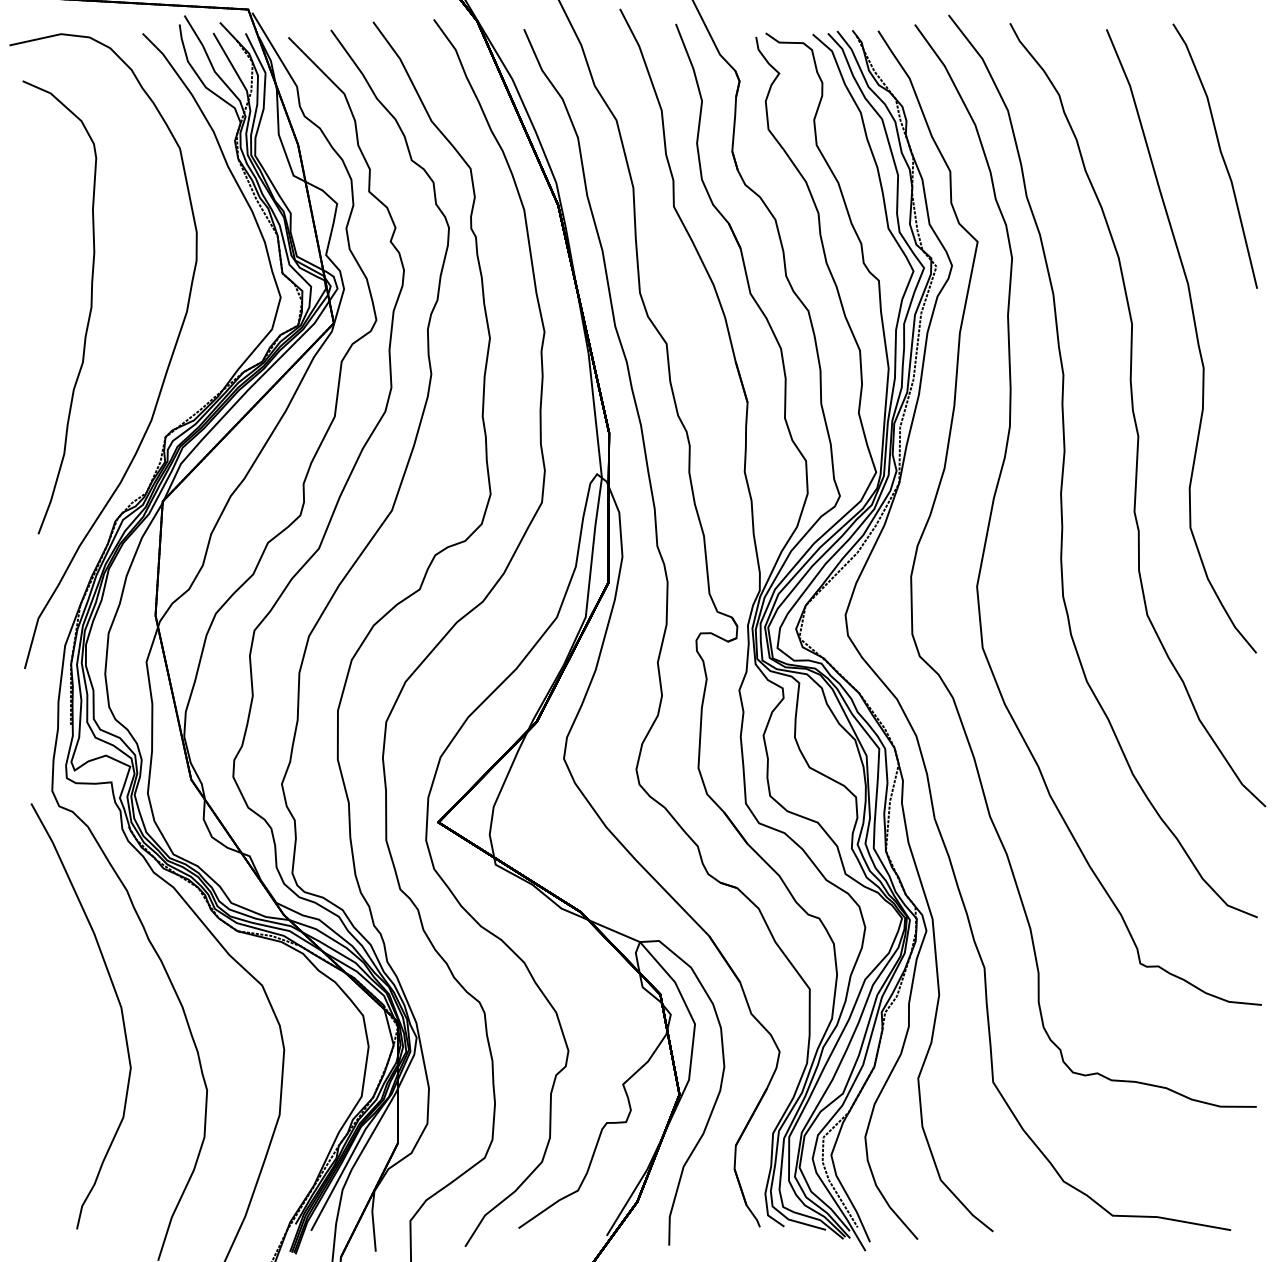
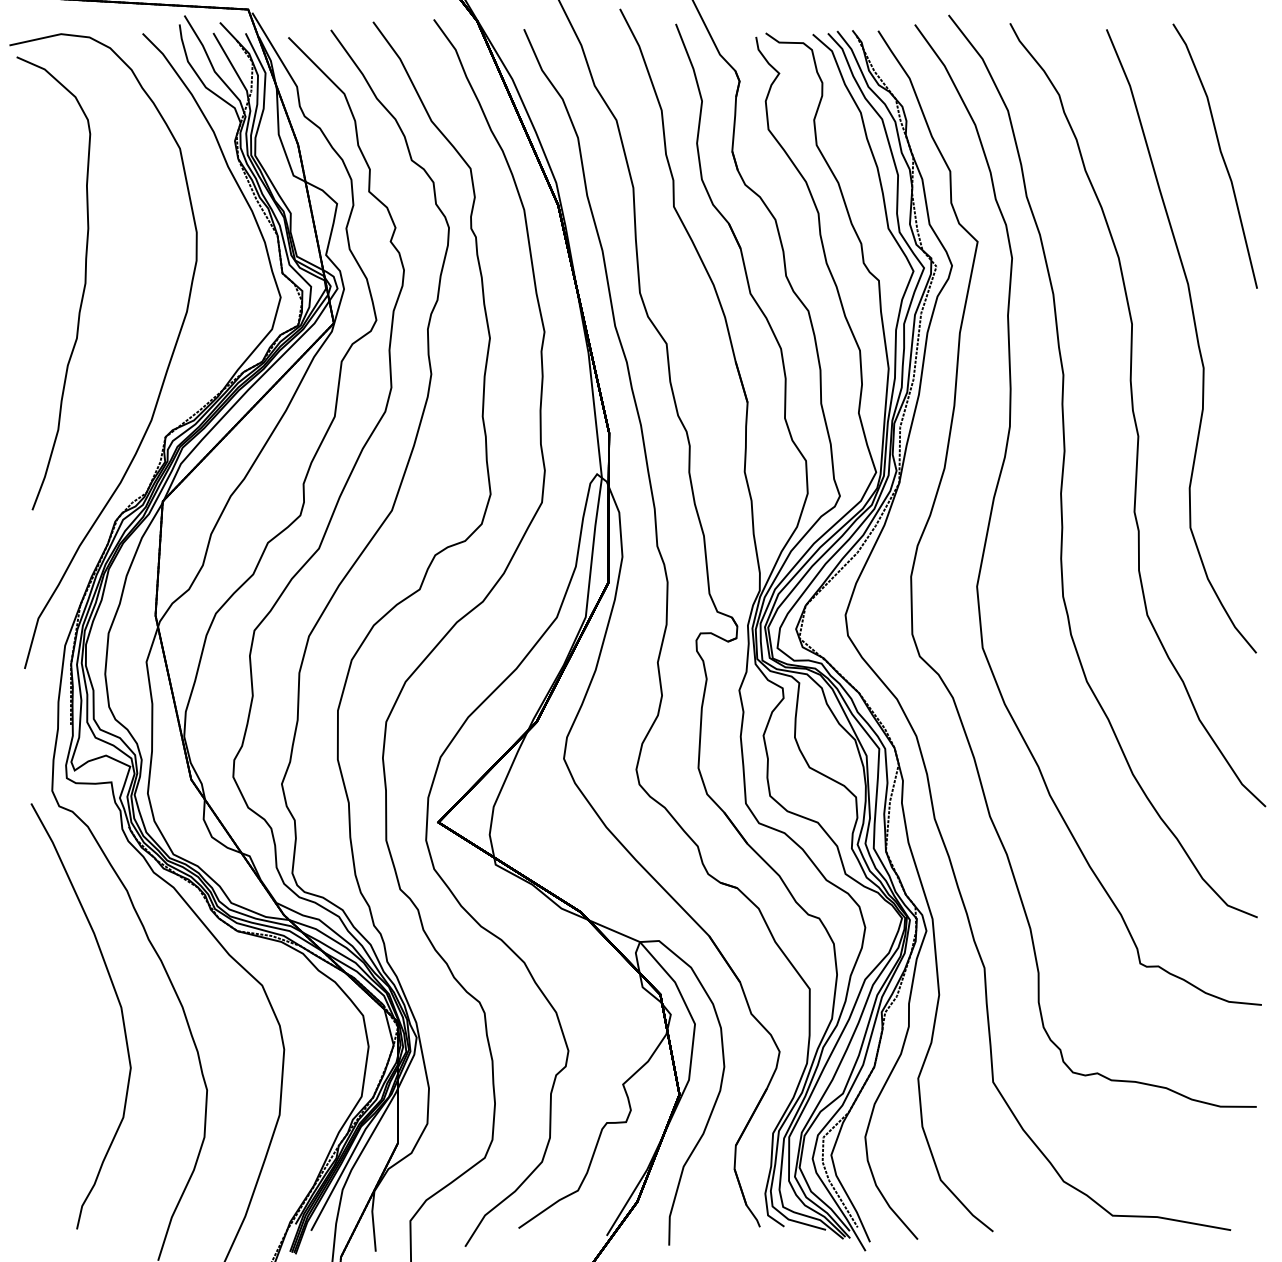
part at (89, 311) position: (89, 311) -> (83, 287)
